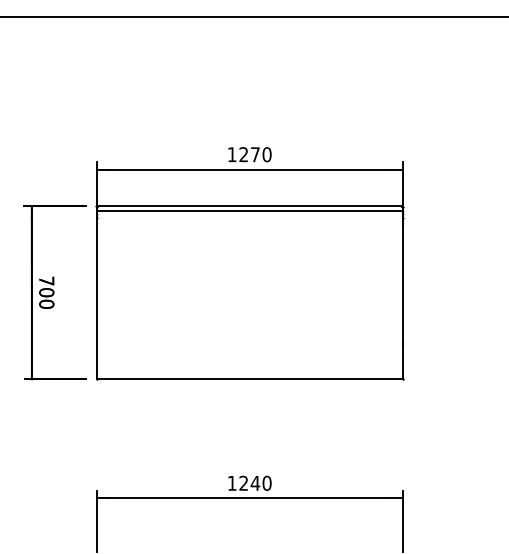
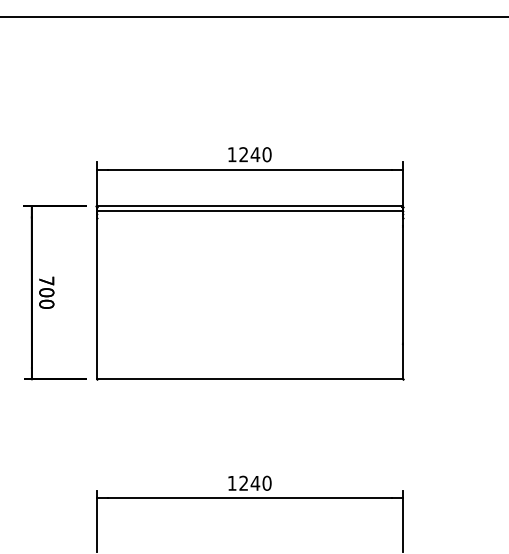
text at (255, 154): 1270 -> 1240
